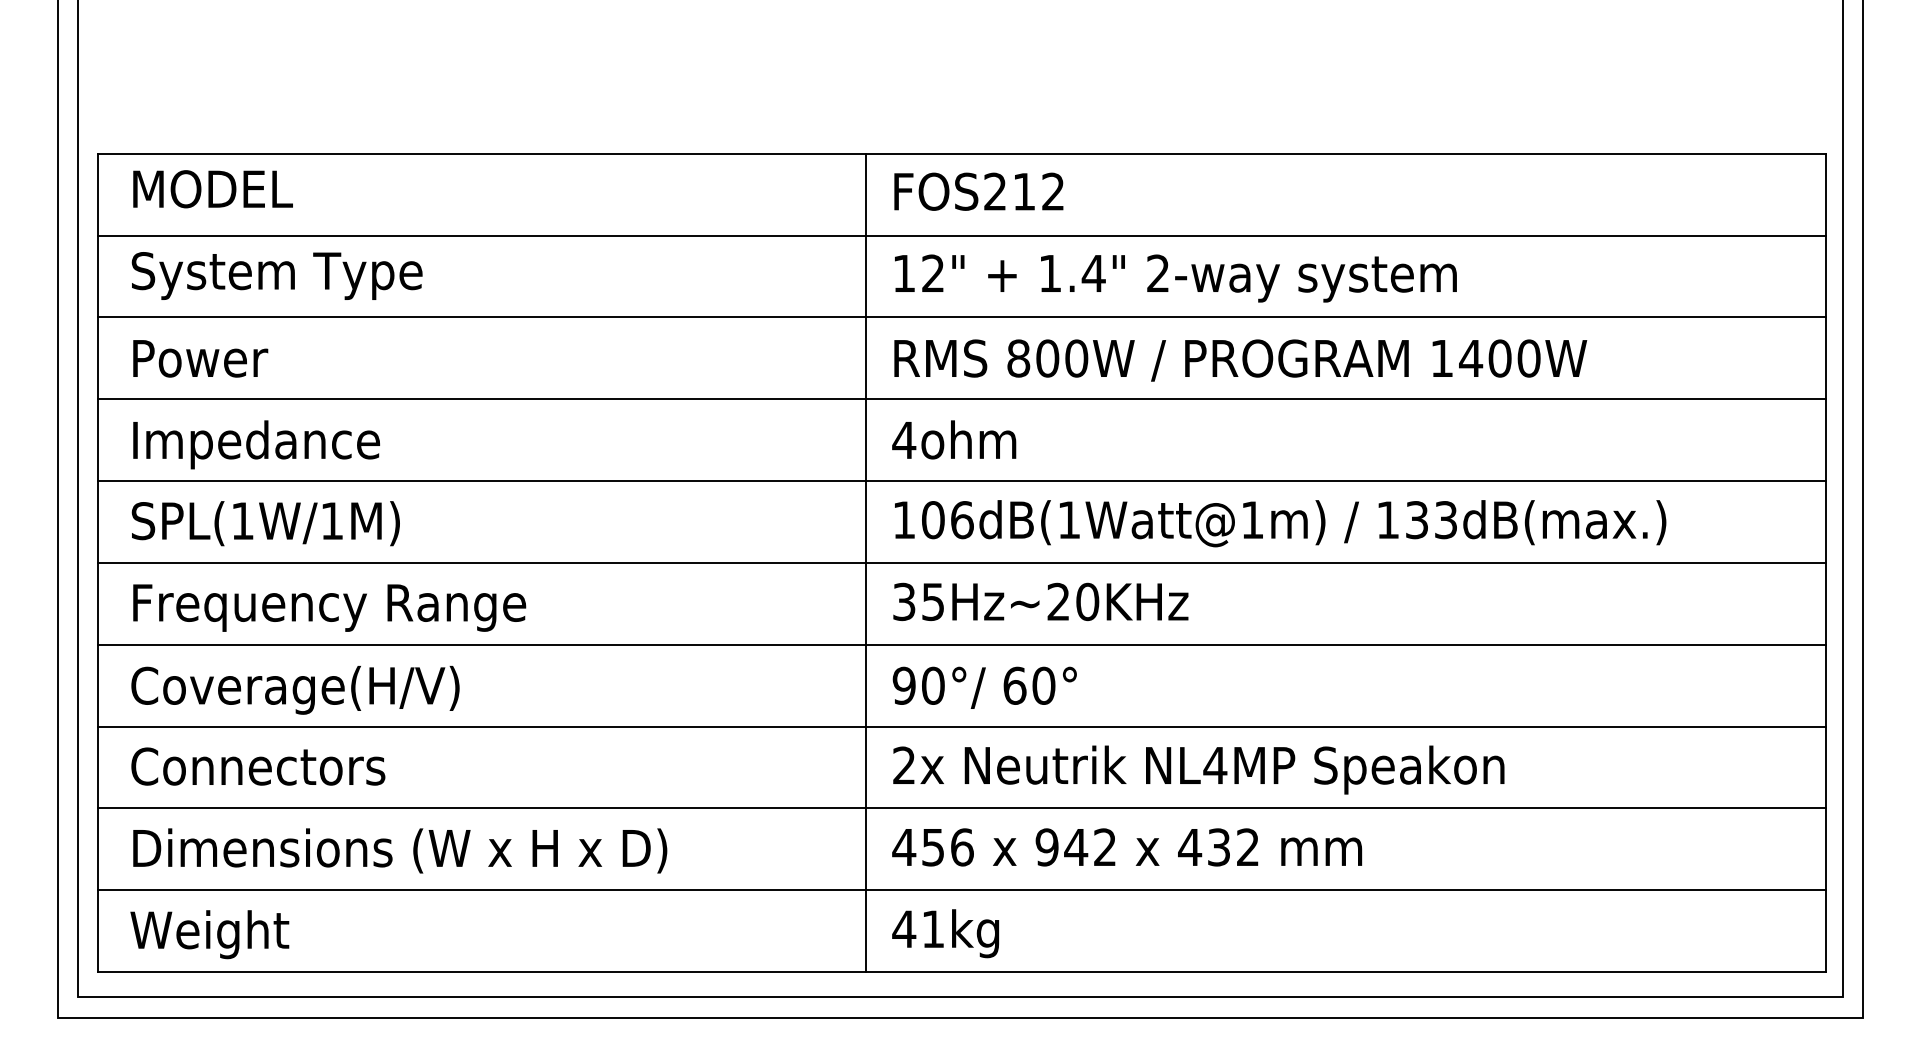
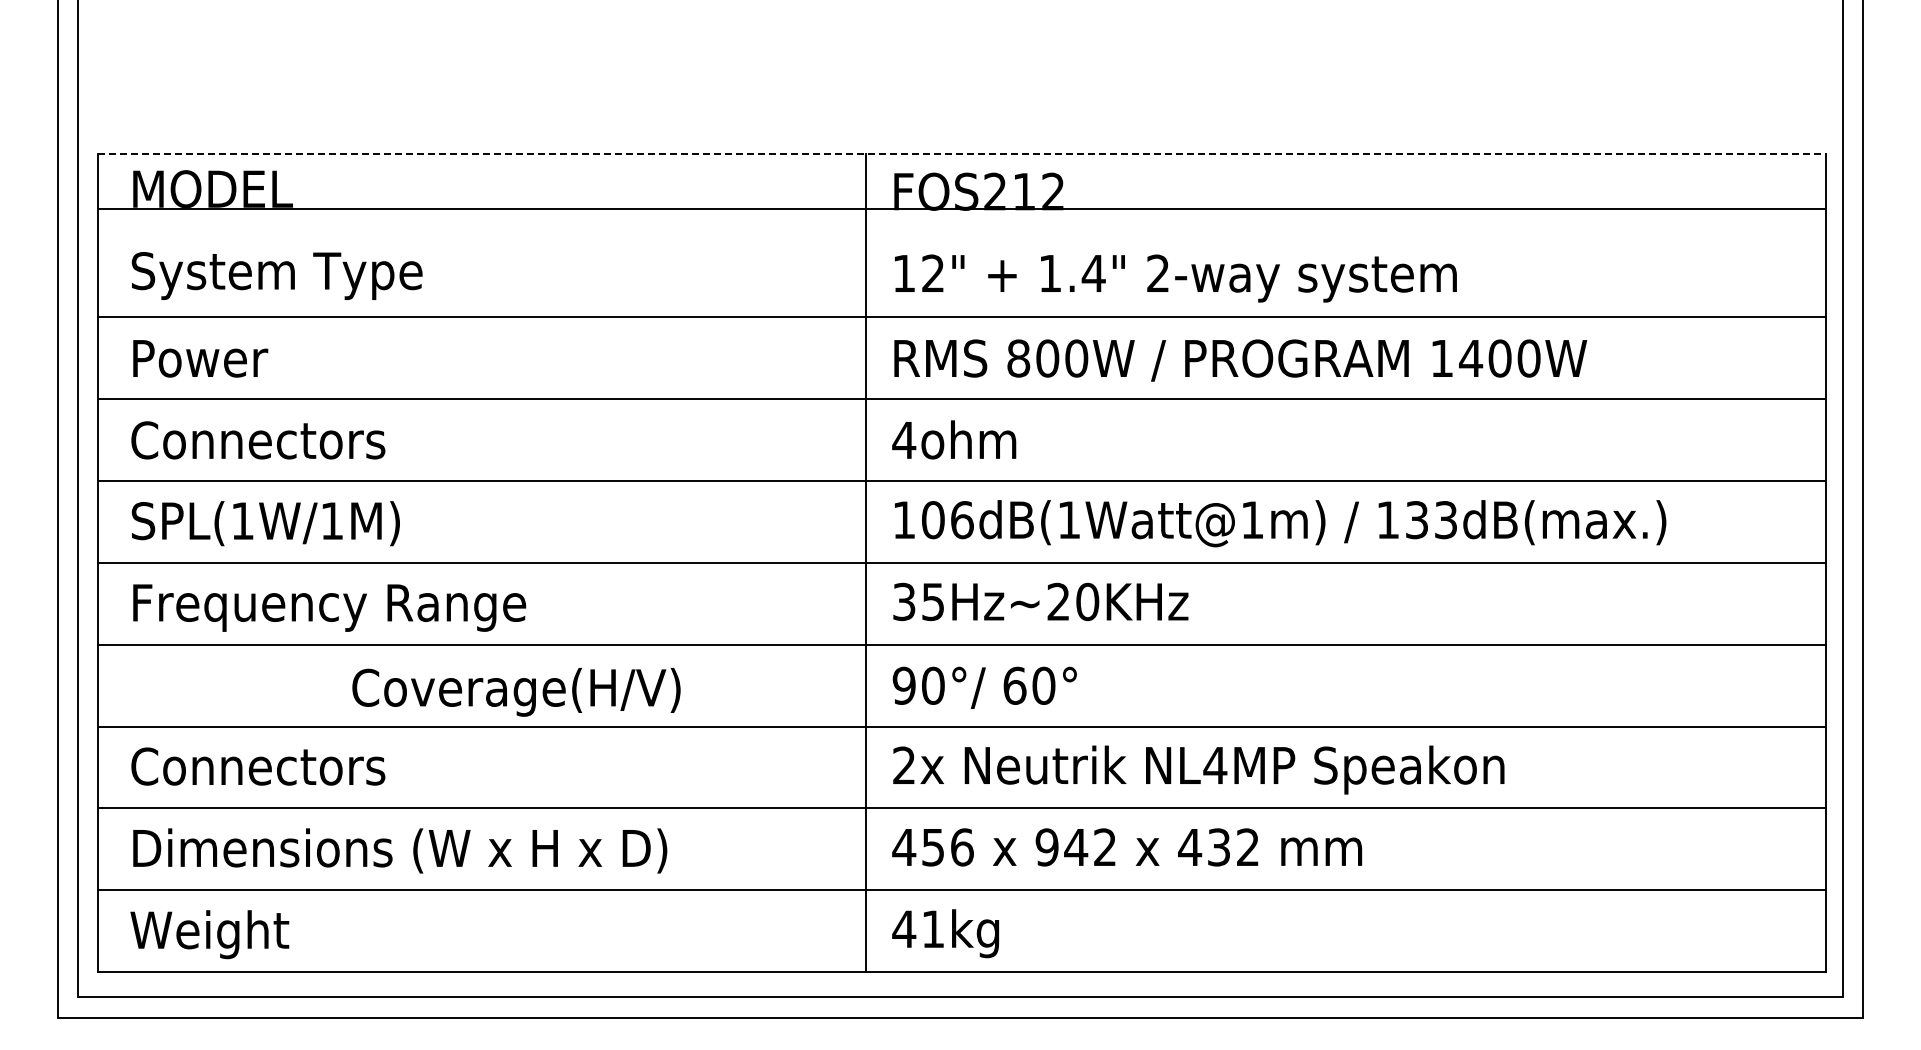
line at (961, 153): solid -> dashed
line at (961, 235) position: (961, 235) -> (961, 208)
text at (258, 444): Impedance -> Connectors
text at (295, 690) position: (295, 690) -> (516, 692)
